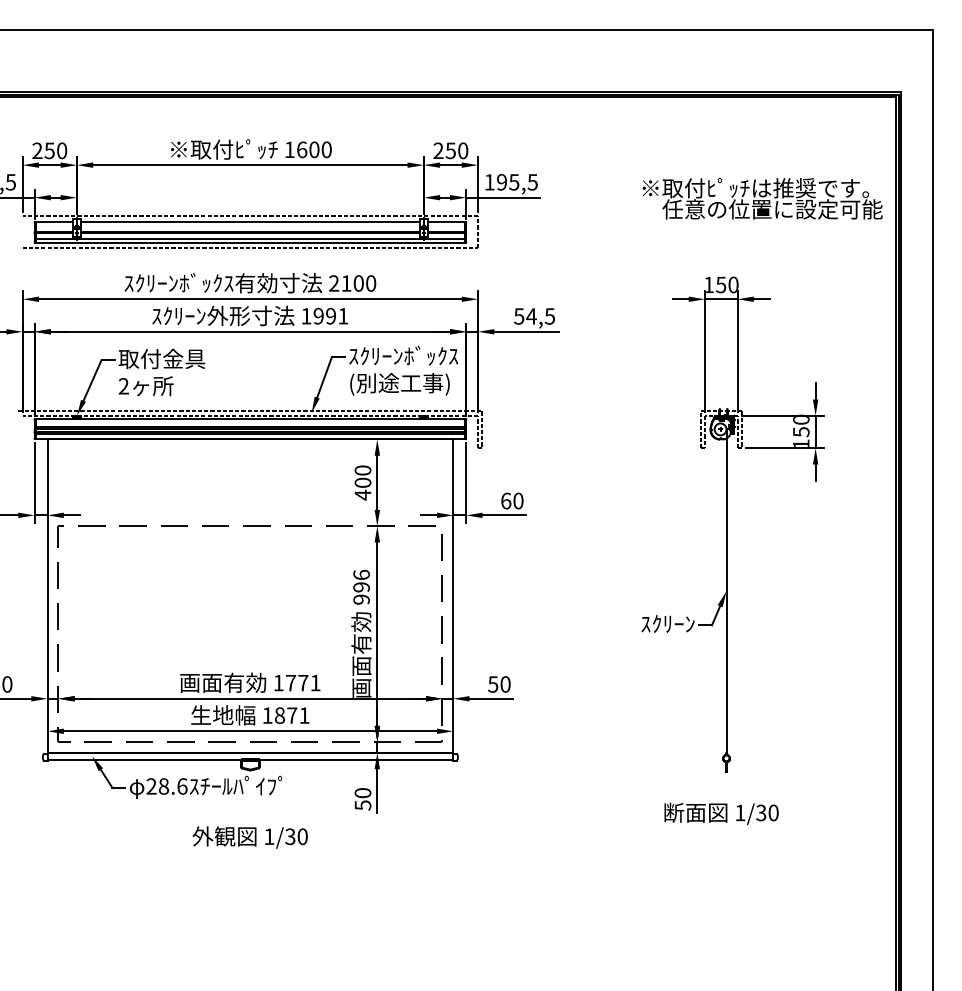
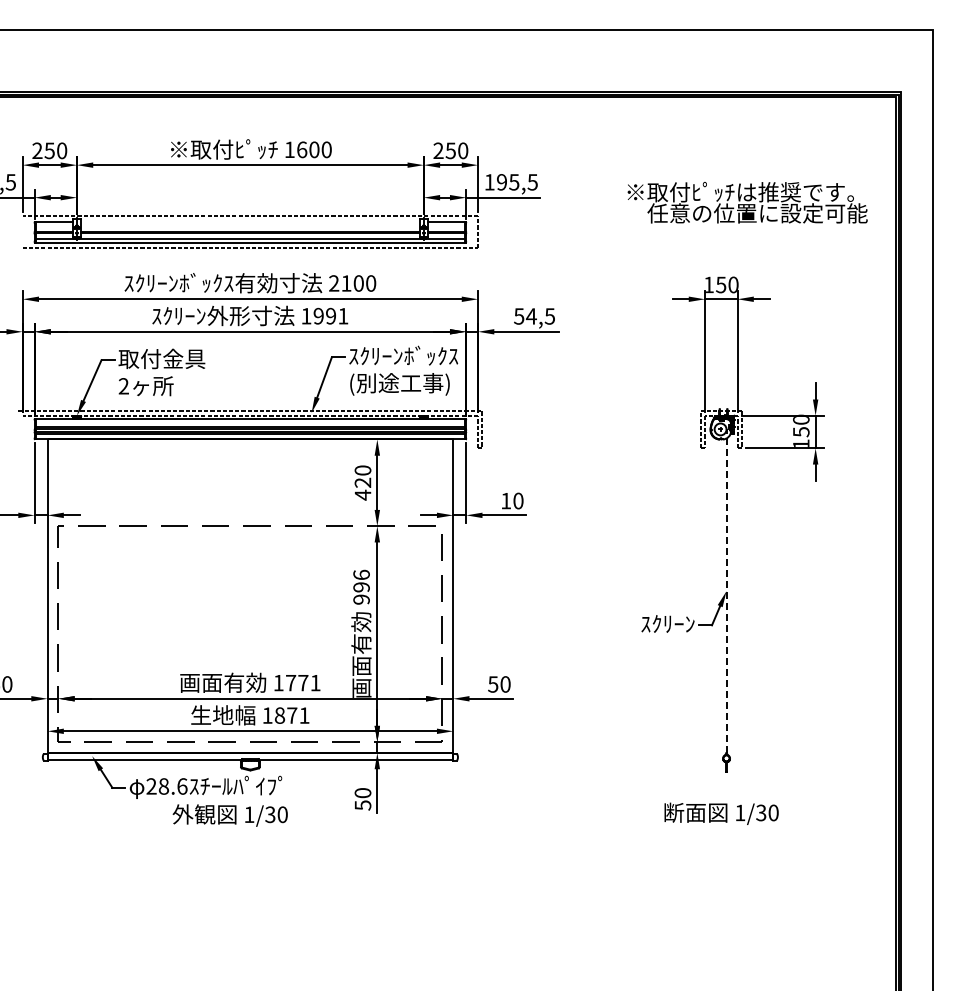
text at (762, 198) position: (762, 198) -> (747, 202)
line at (250, 222): present -> none
text at (362, 482): 400 -> 420
text at (506, 500): 60 -> 10
line at (726, 591): solid -> dashed
text at (249, 837) position: (249, 837) -> (229, 815)
